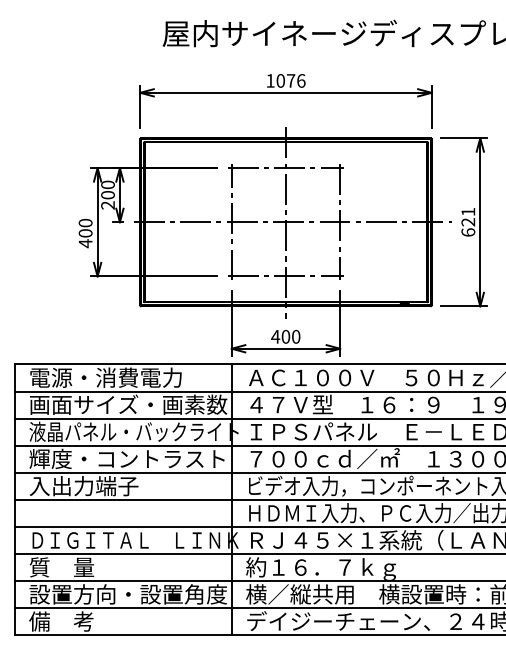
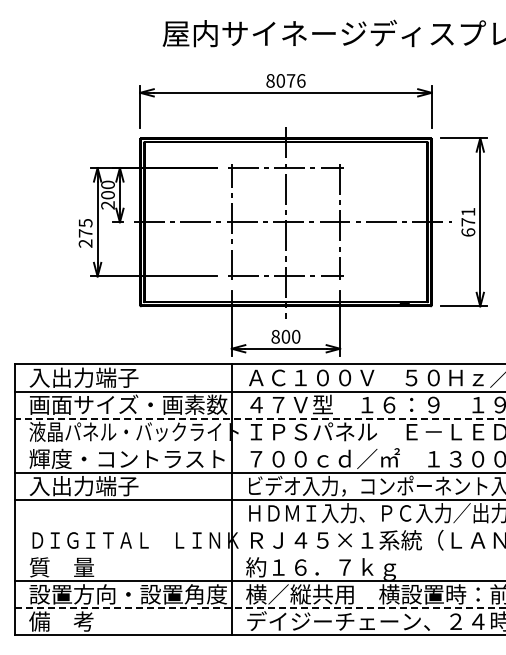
text at (270, 80): 1076 -> 8076
text at (468, 222): 621 -> 671
text at (85, 233): 400 -> 275
text at (275, 336): 400 -> 800
text at (105, 377): 電源・消費電力 -> 入出力端子
line at (259, 418): solid -> dashed
line at (258, 445): present -> none
line at (258, 526): present -> none
line at (258, 554): present -> none
line at (260, 608): solid -> dashed
